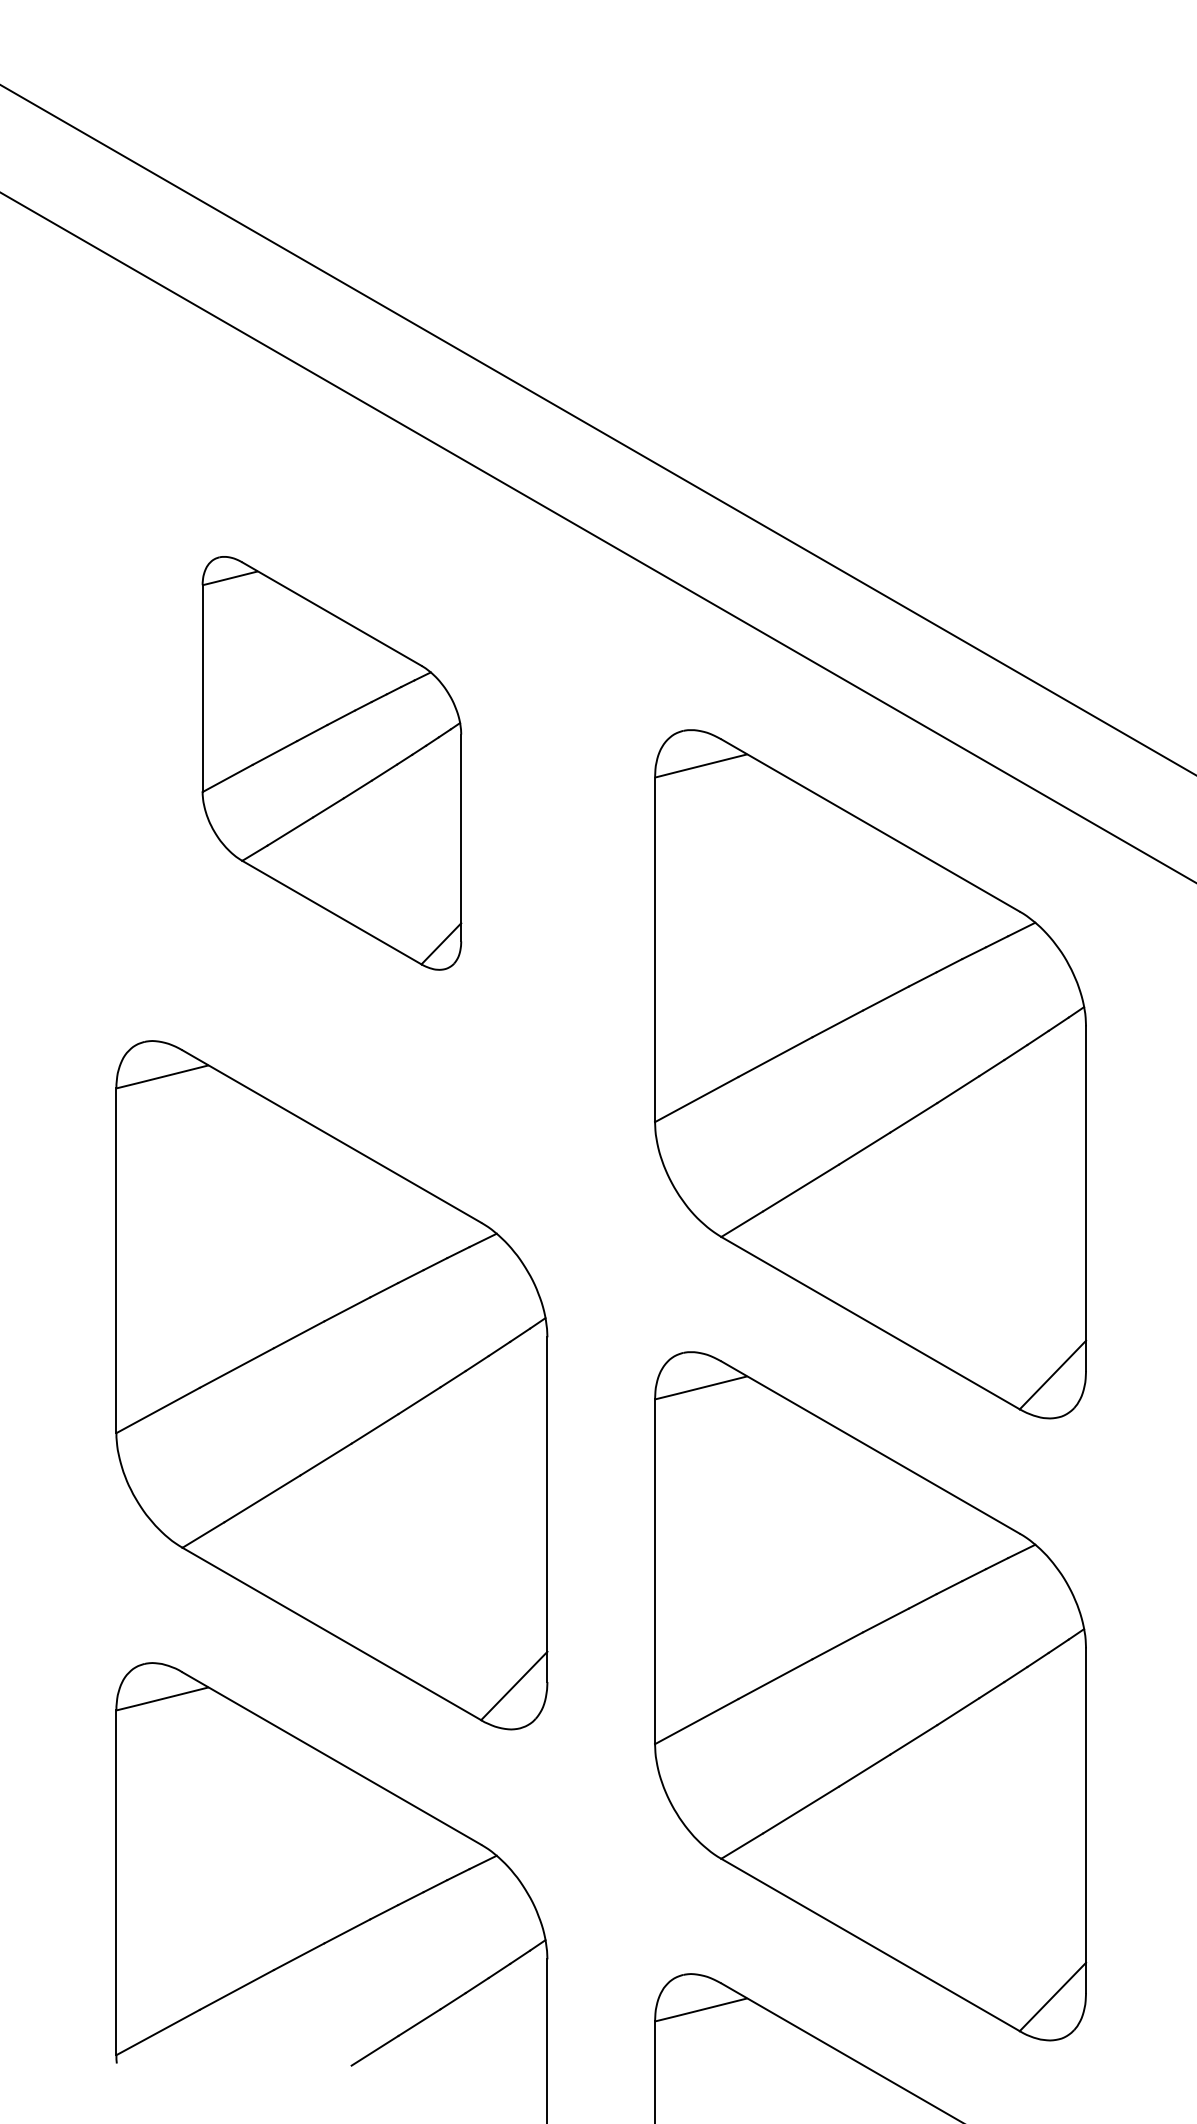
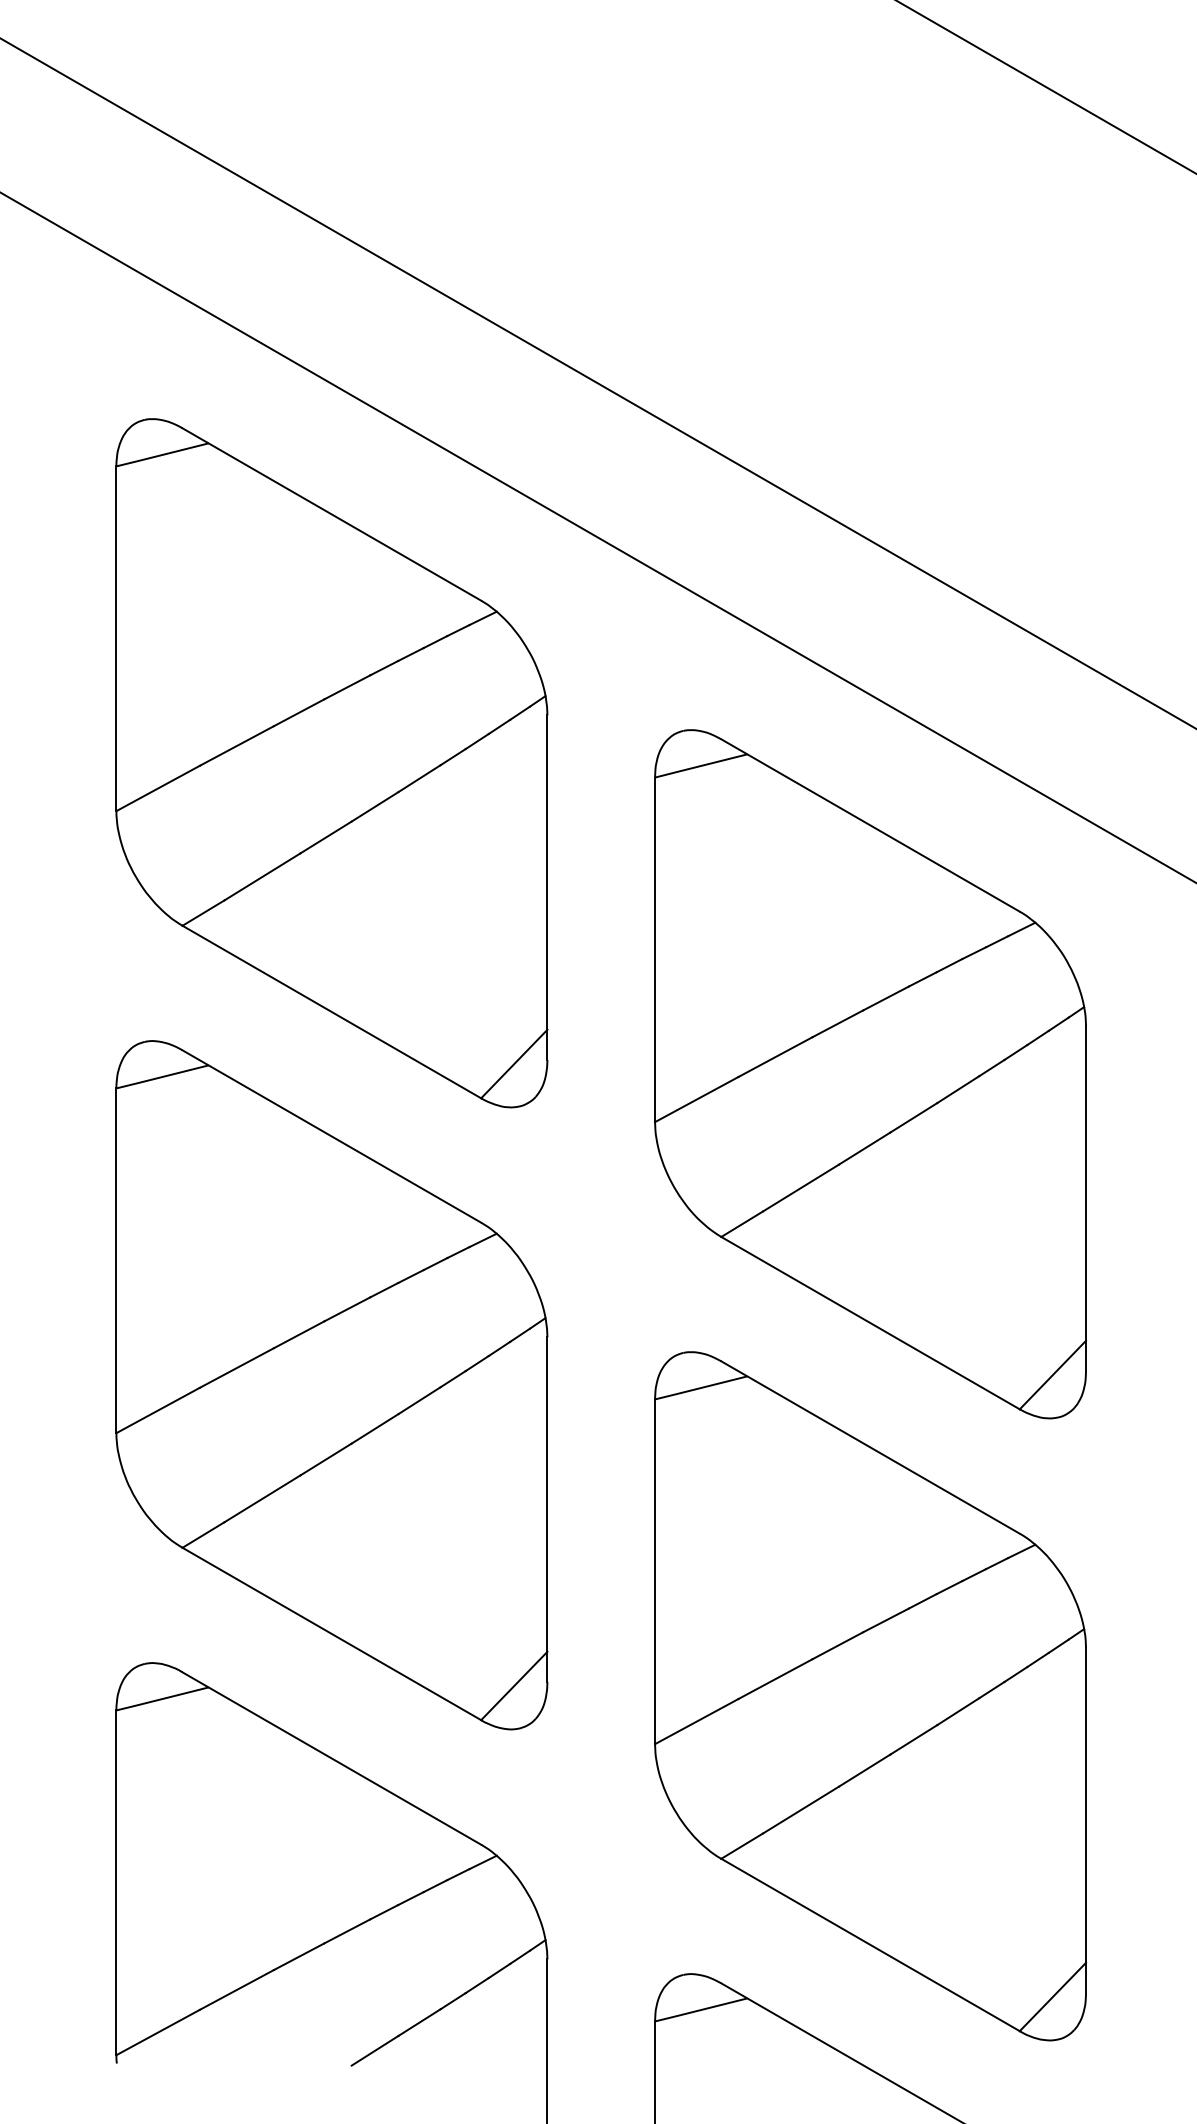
line at (1046, 87): none -> present
line at (597, 429) position: (597, 429) -> (597, 383)
part at (331, 763) size: 262x415 px -> 434x691 px
